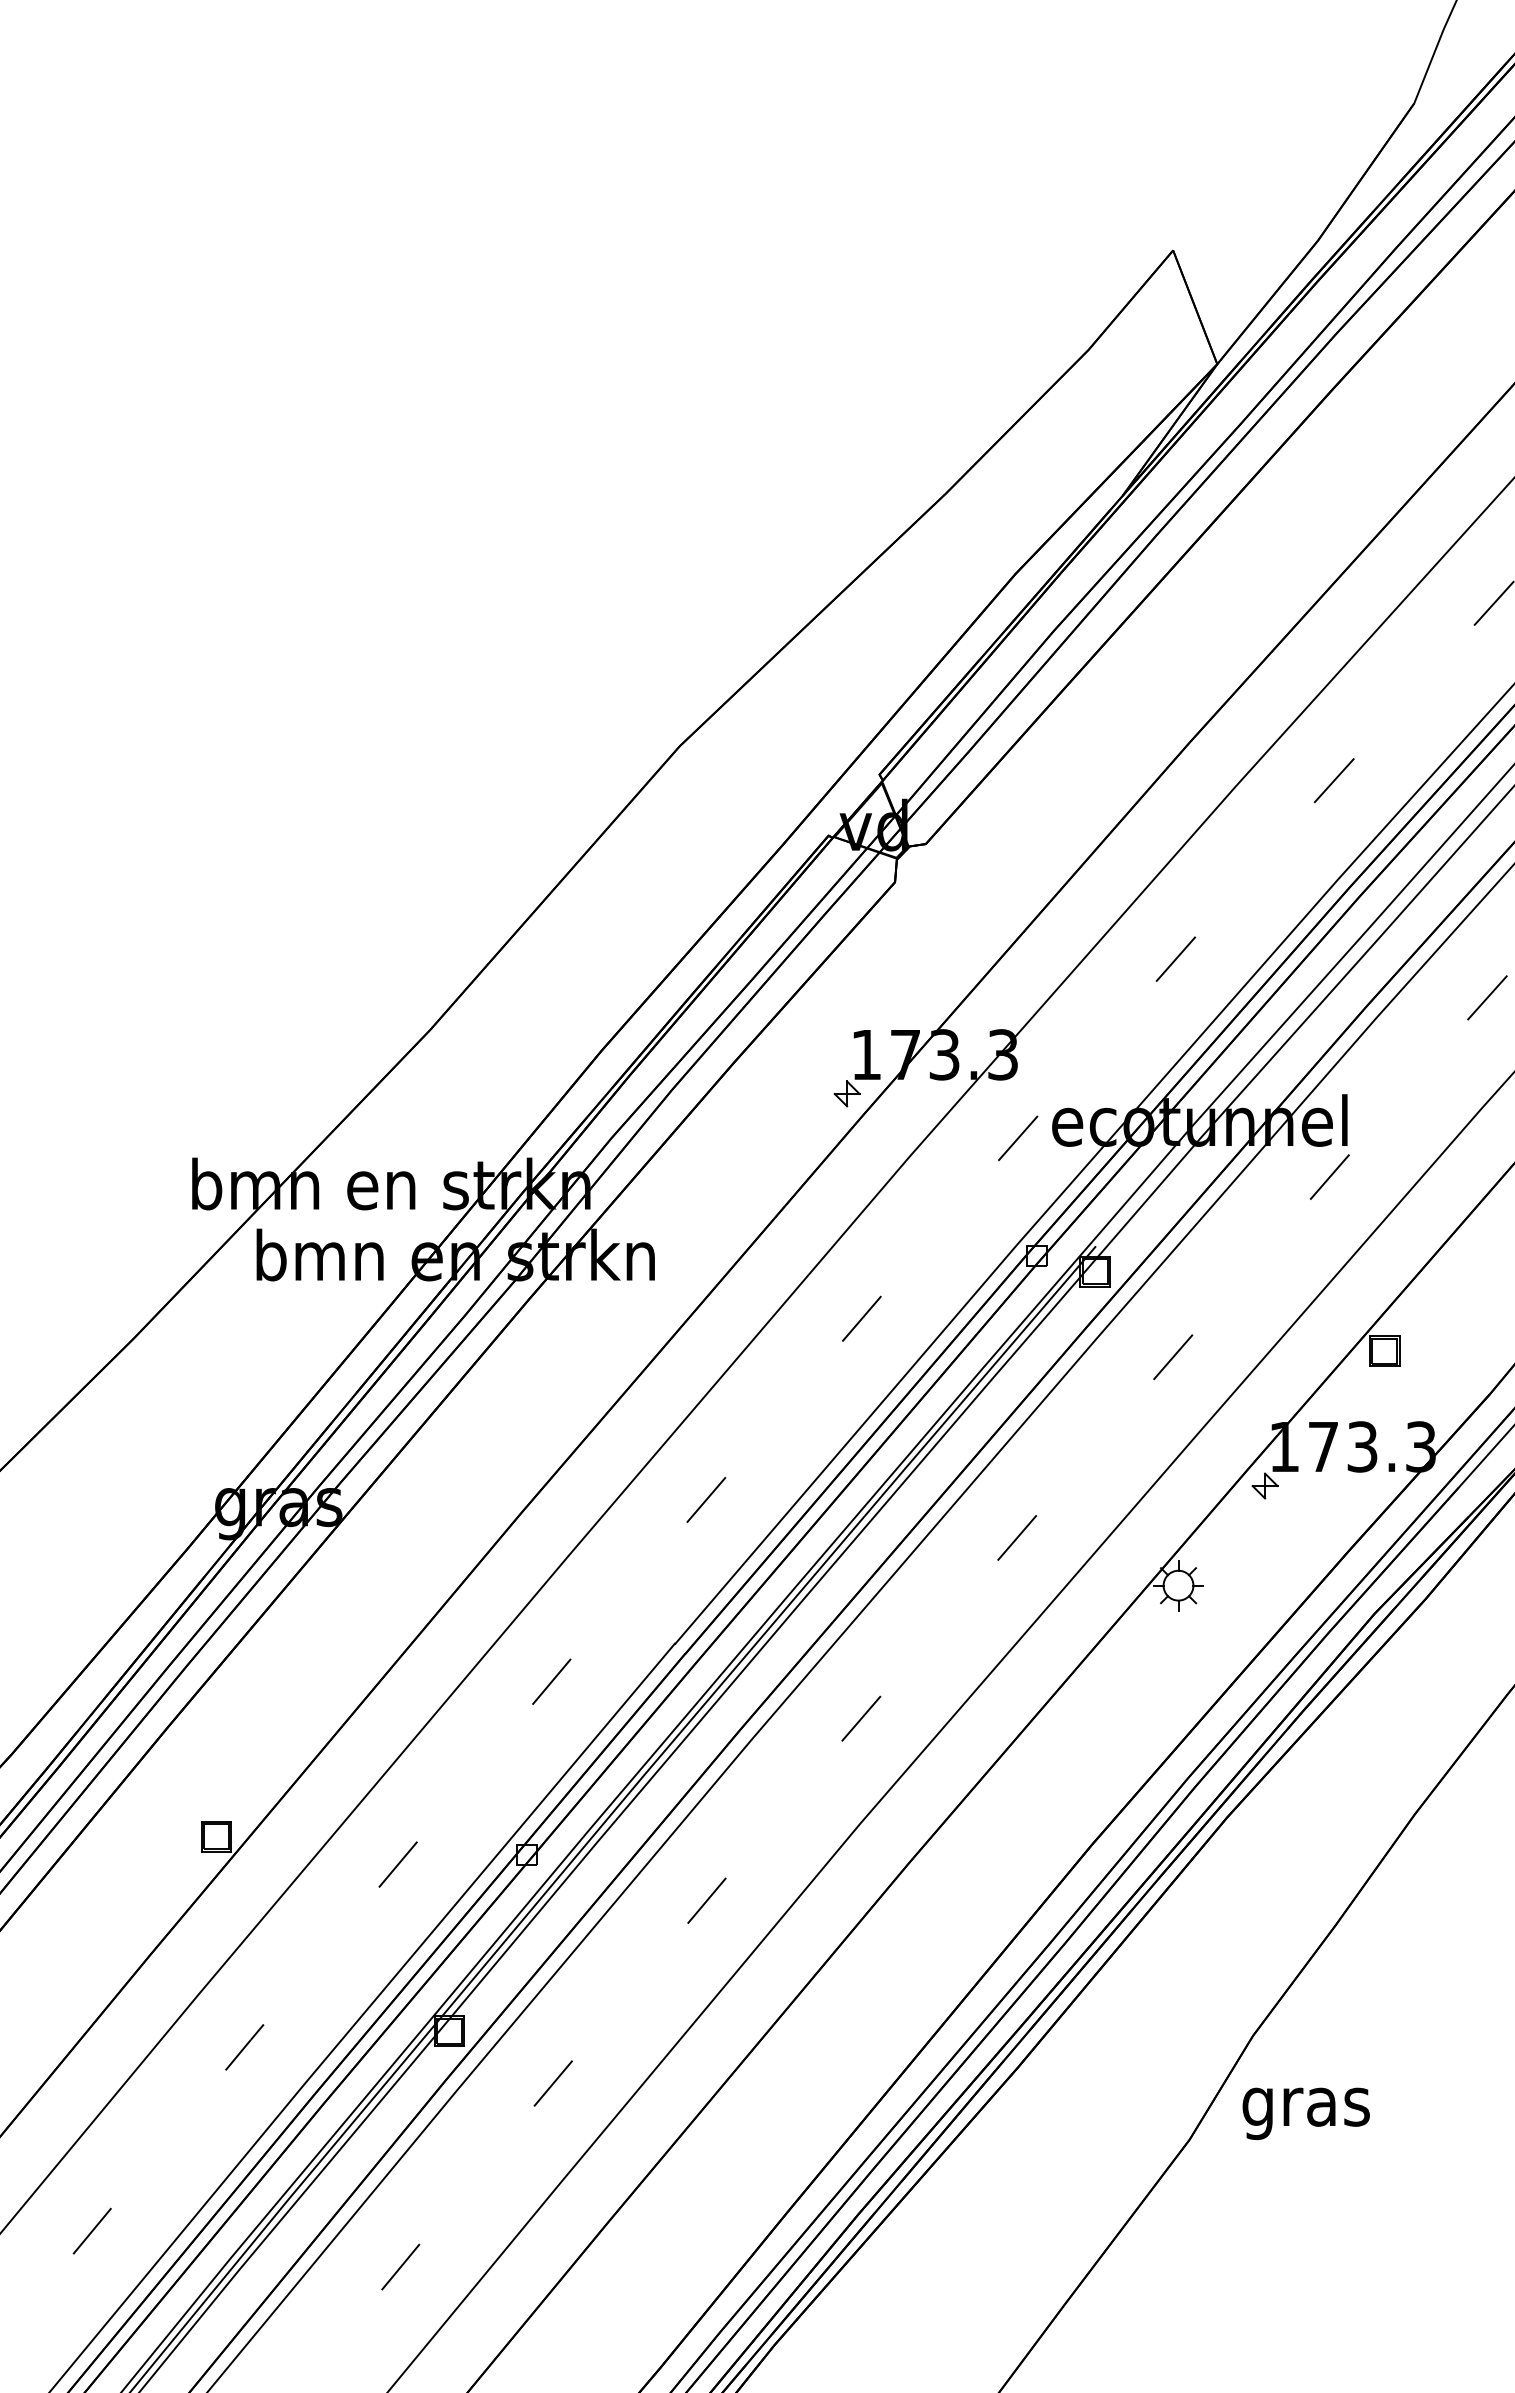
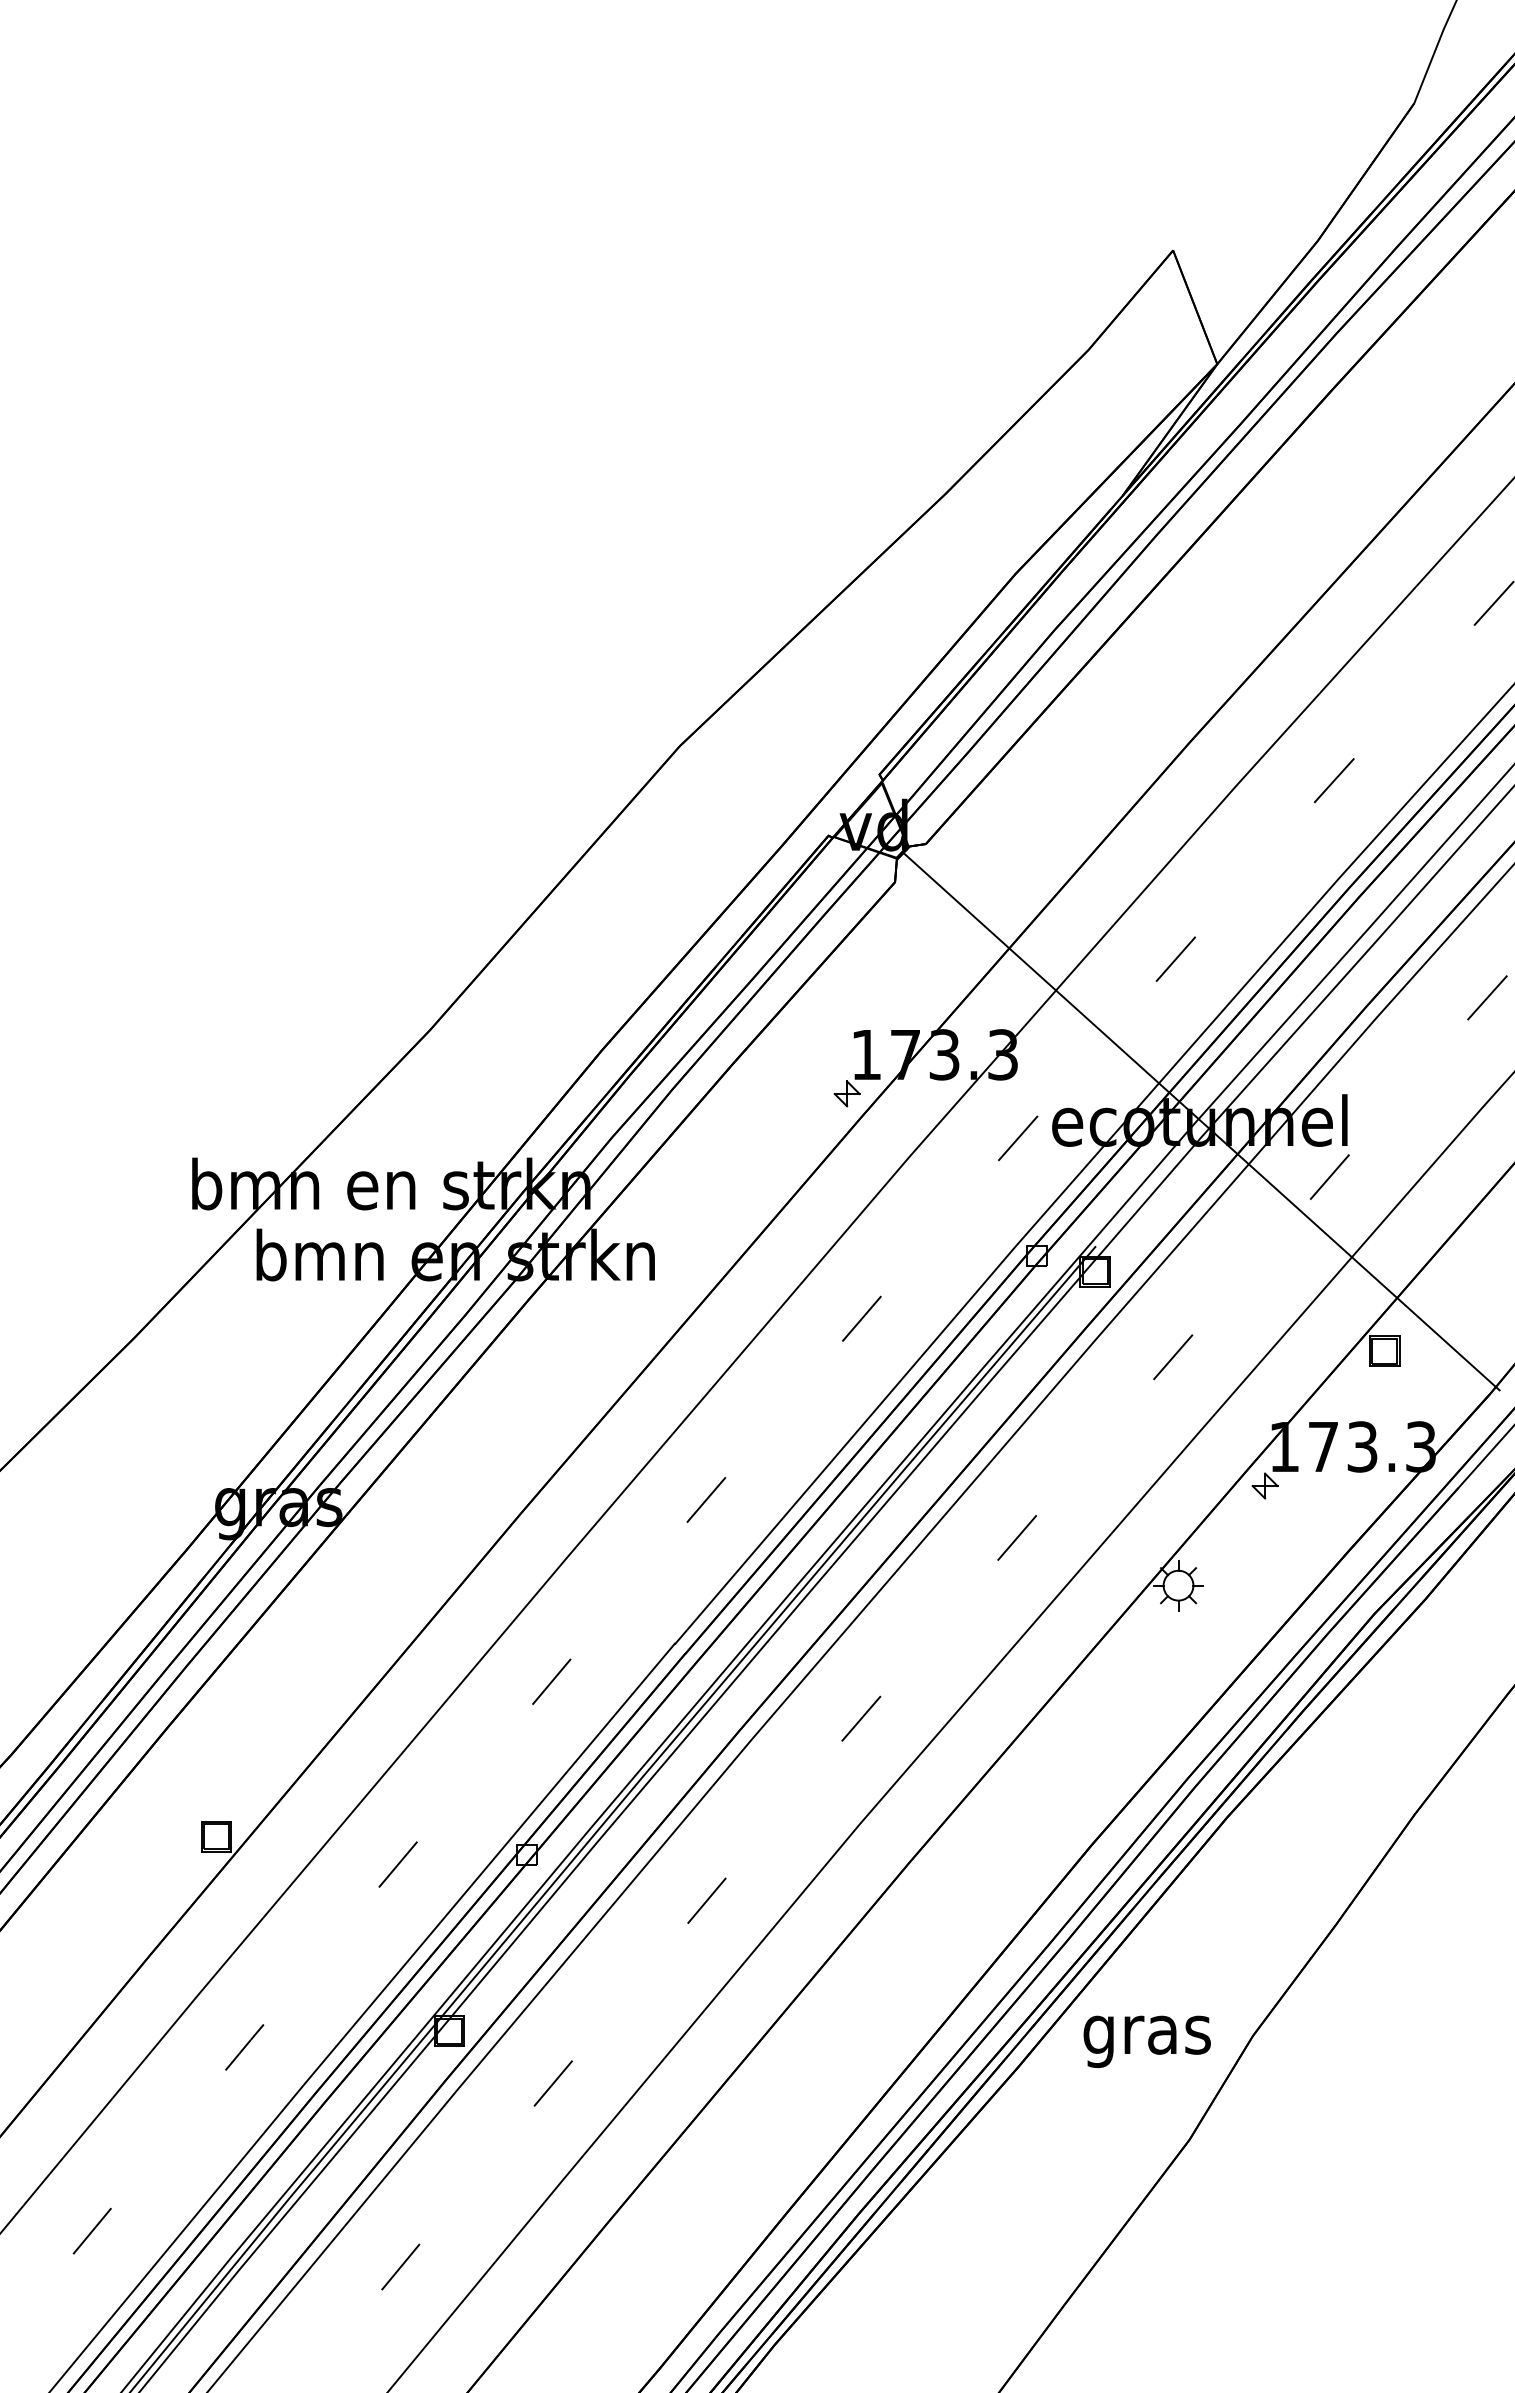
line at (1200, 1121): none -> present
text at (1305, 2113) position: (1305, 2113) -> (1146, 2041)
